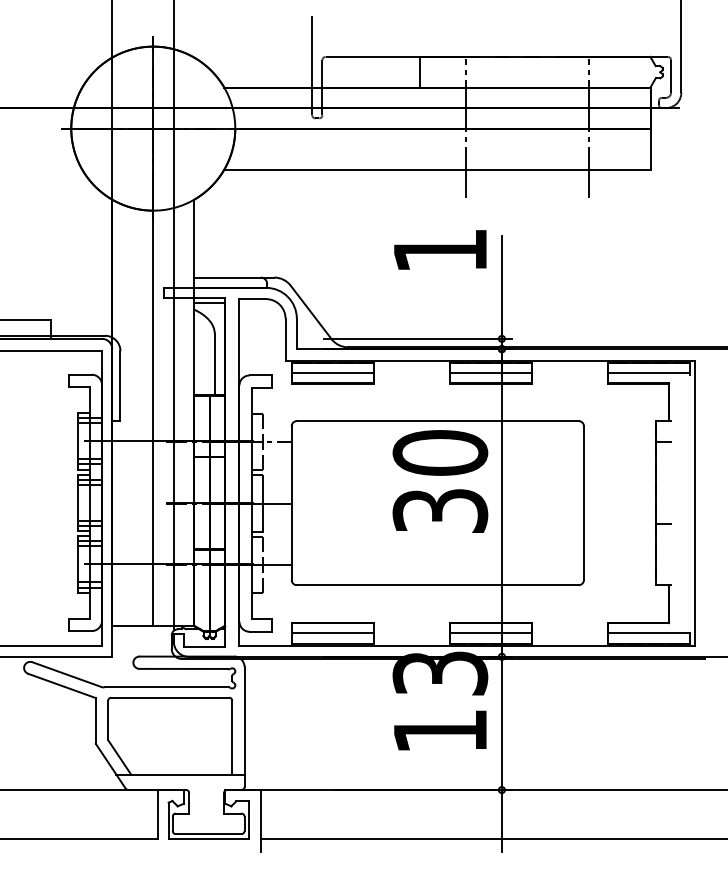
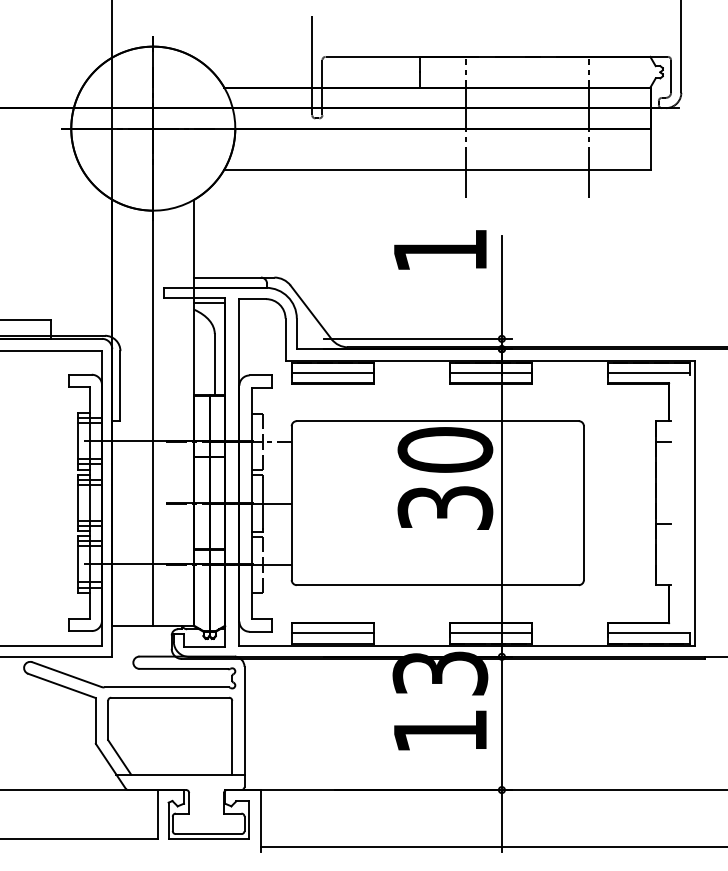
line at (173, 315): present -> none
text at (440, 481) position: (440, 481) -> (445, 478)
line at (492, 839) position: (492, 839) -> (492, 847)
